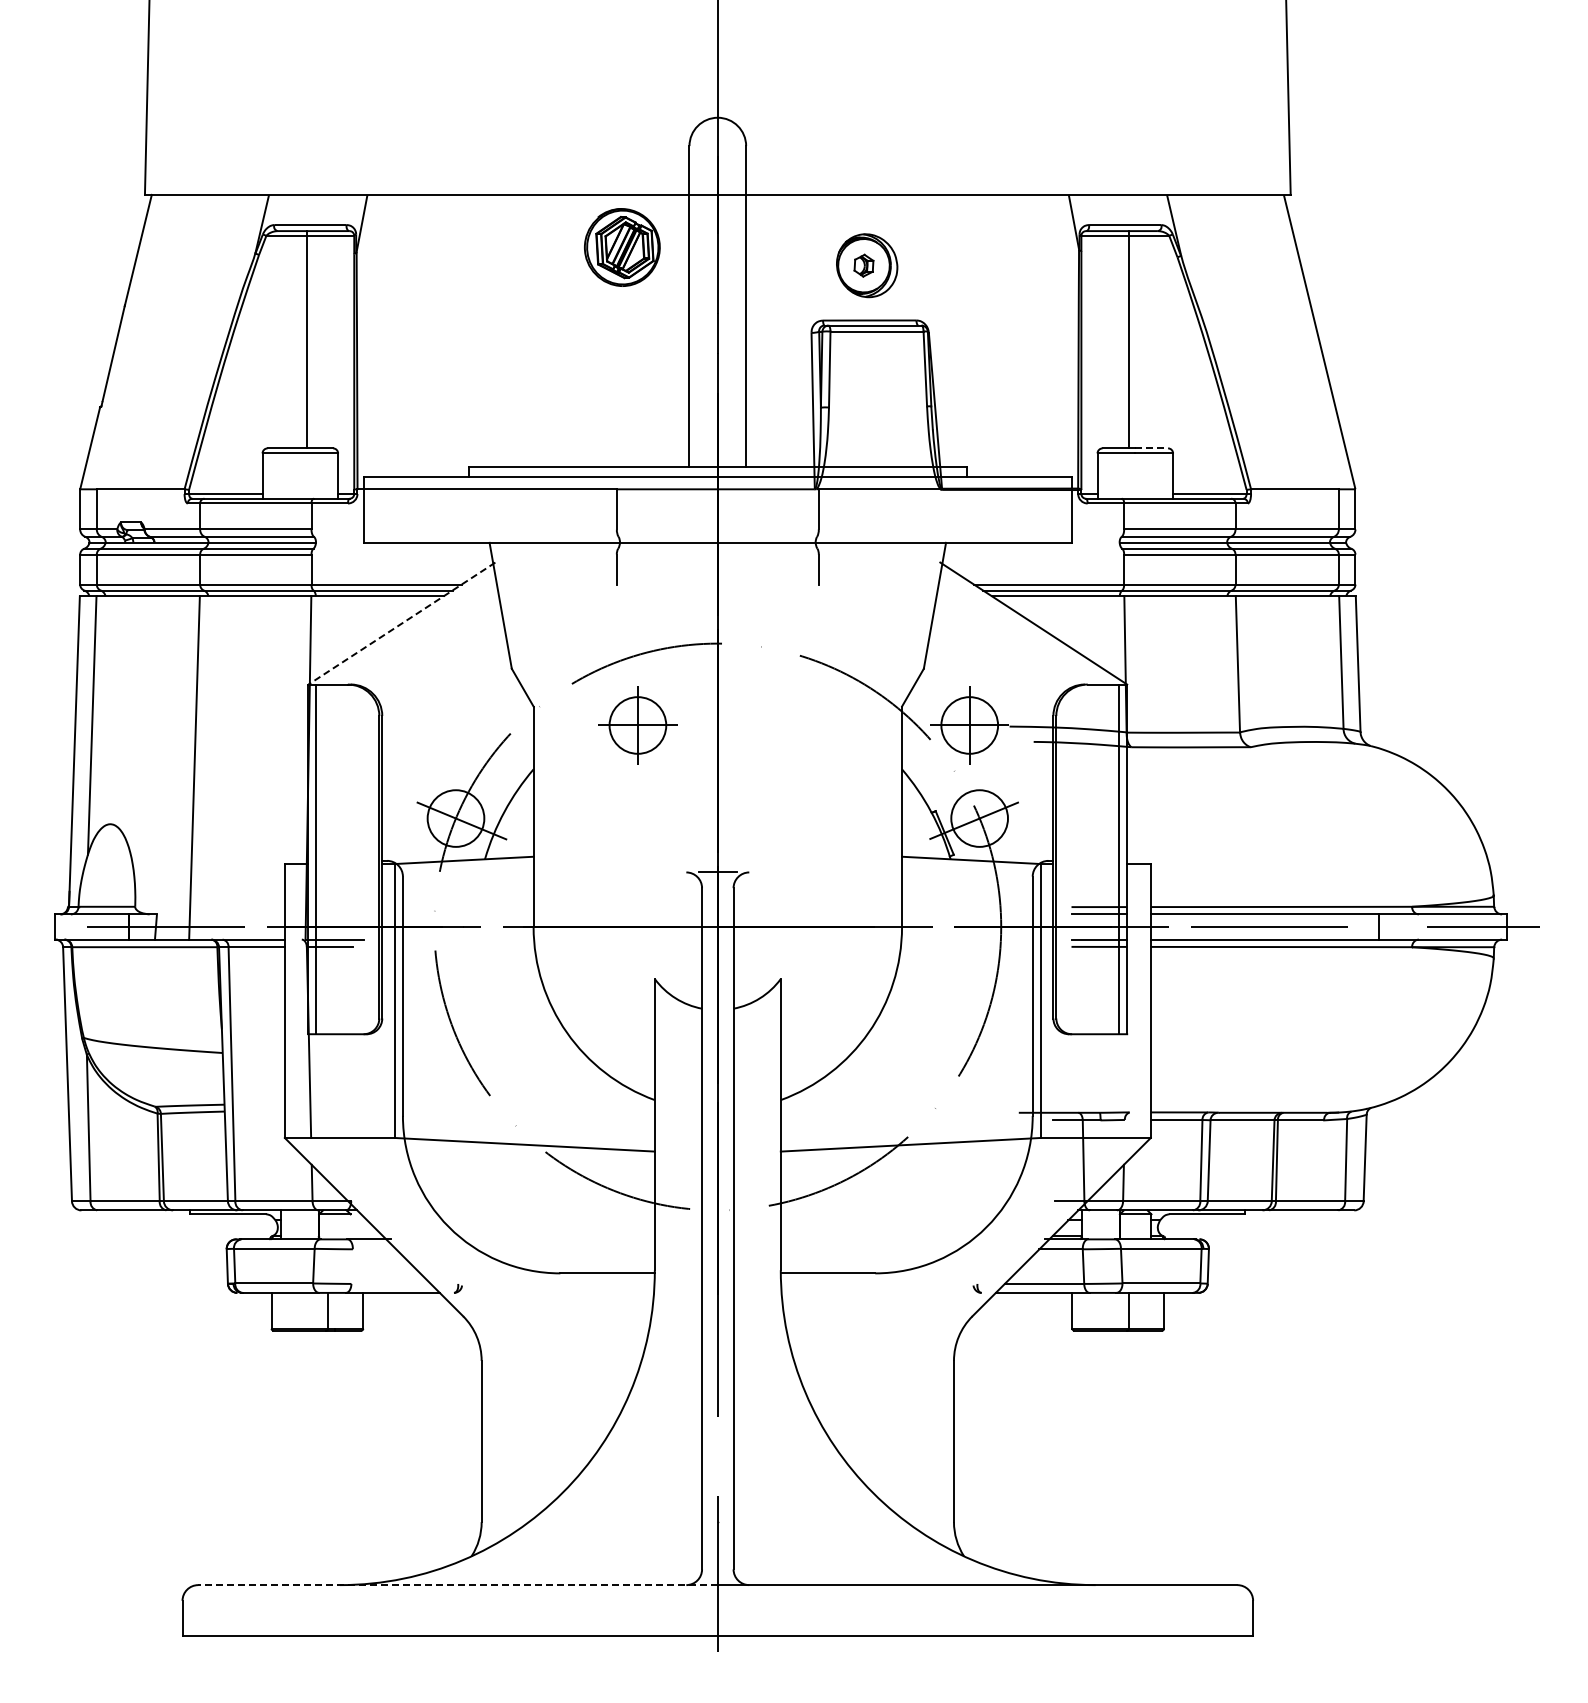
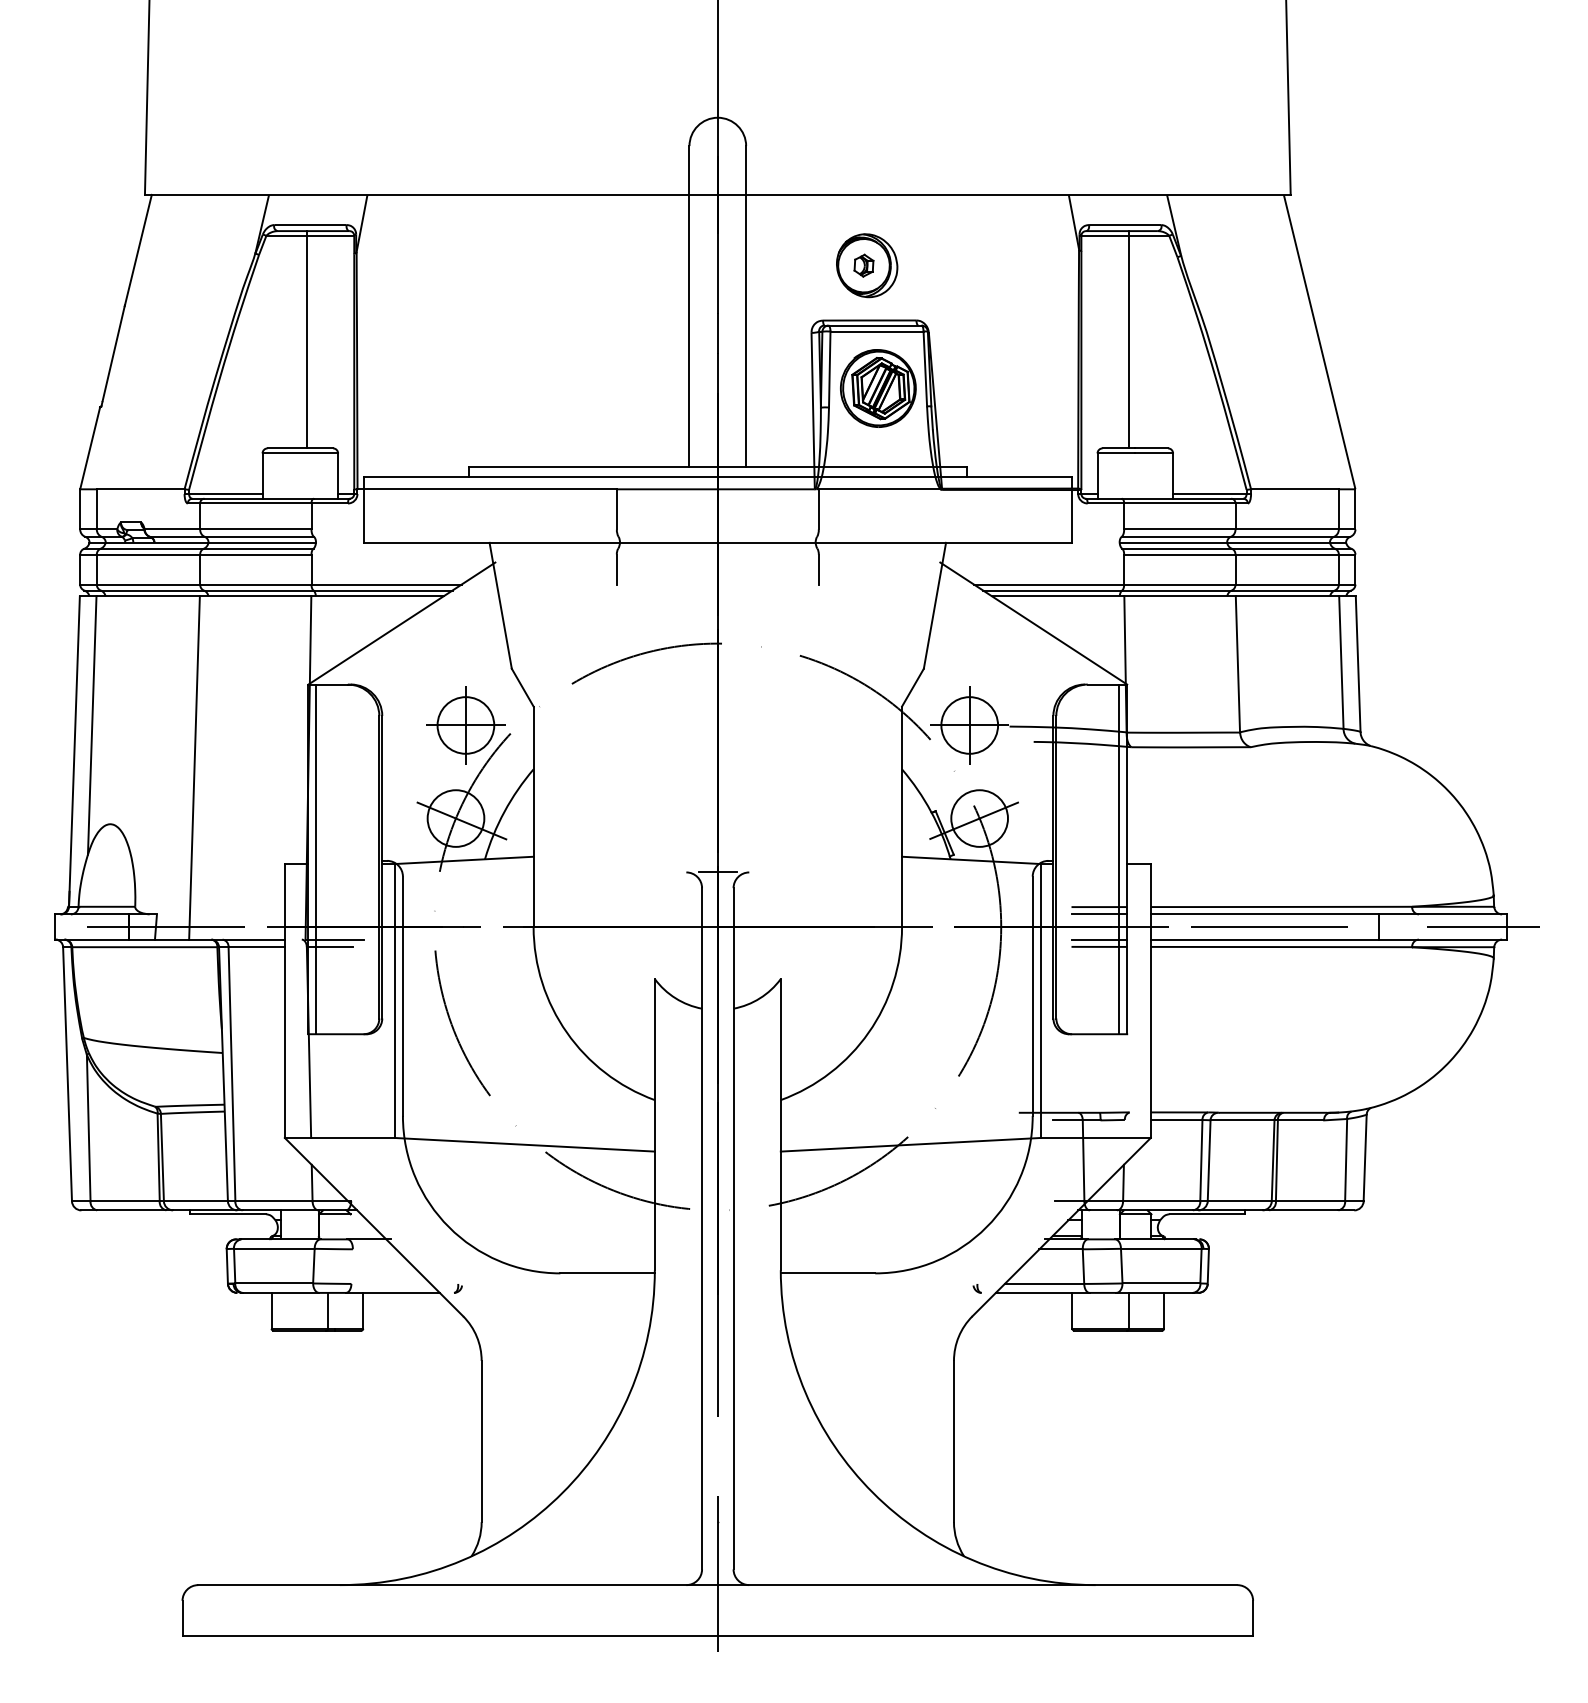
part at (622, 247) position: (622, 247) -> (878, 388)
line at (1152, 448): dashed -> solid
line at (401, 623): dashed -> solid
part at (637, 725) position: (637, 725) -> (465, 725)
line at (458, 1585): dashed -> solid
